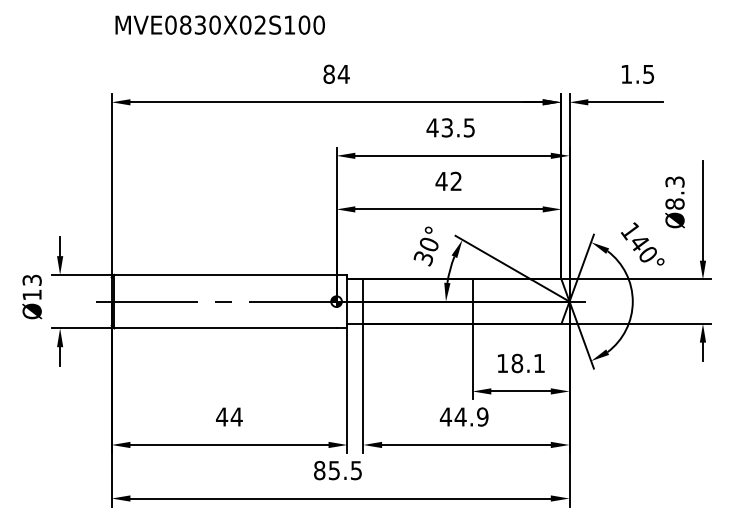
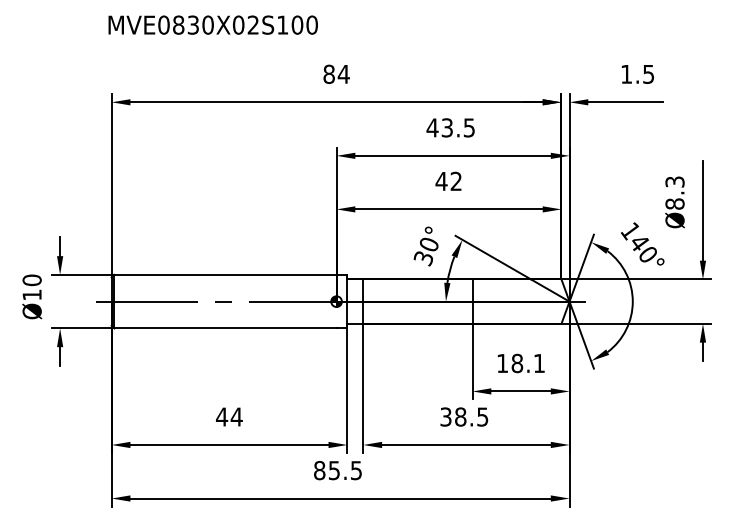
text at (219, 24) position: (219, 24) -> (212, 24)
text at (31, 280): Ø13 -> Ø10
text at (463, 416): 44.9 -> 38.5
